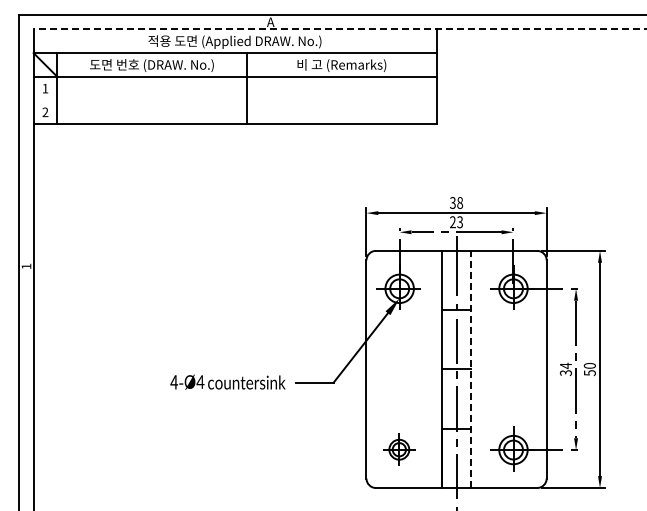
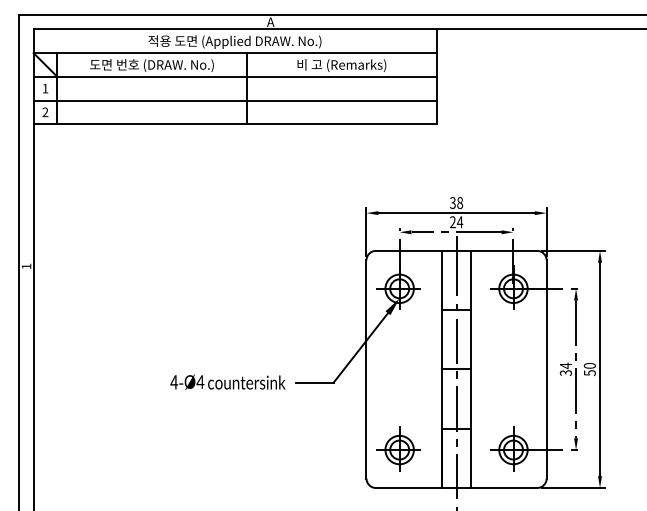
line at (339, 29): dashed -> solid
line at (234, 100): none -> present
text at (459, 222): 23 -> 24
line at (470, 369): dashed -> solid
part at (399, 449) size: 33x33 px -> 45x46 px
